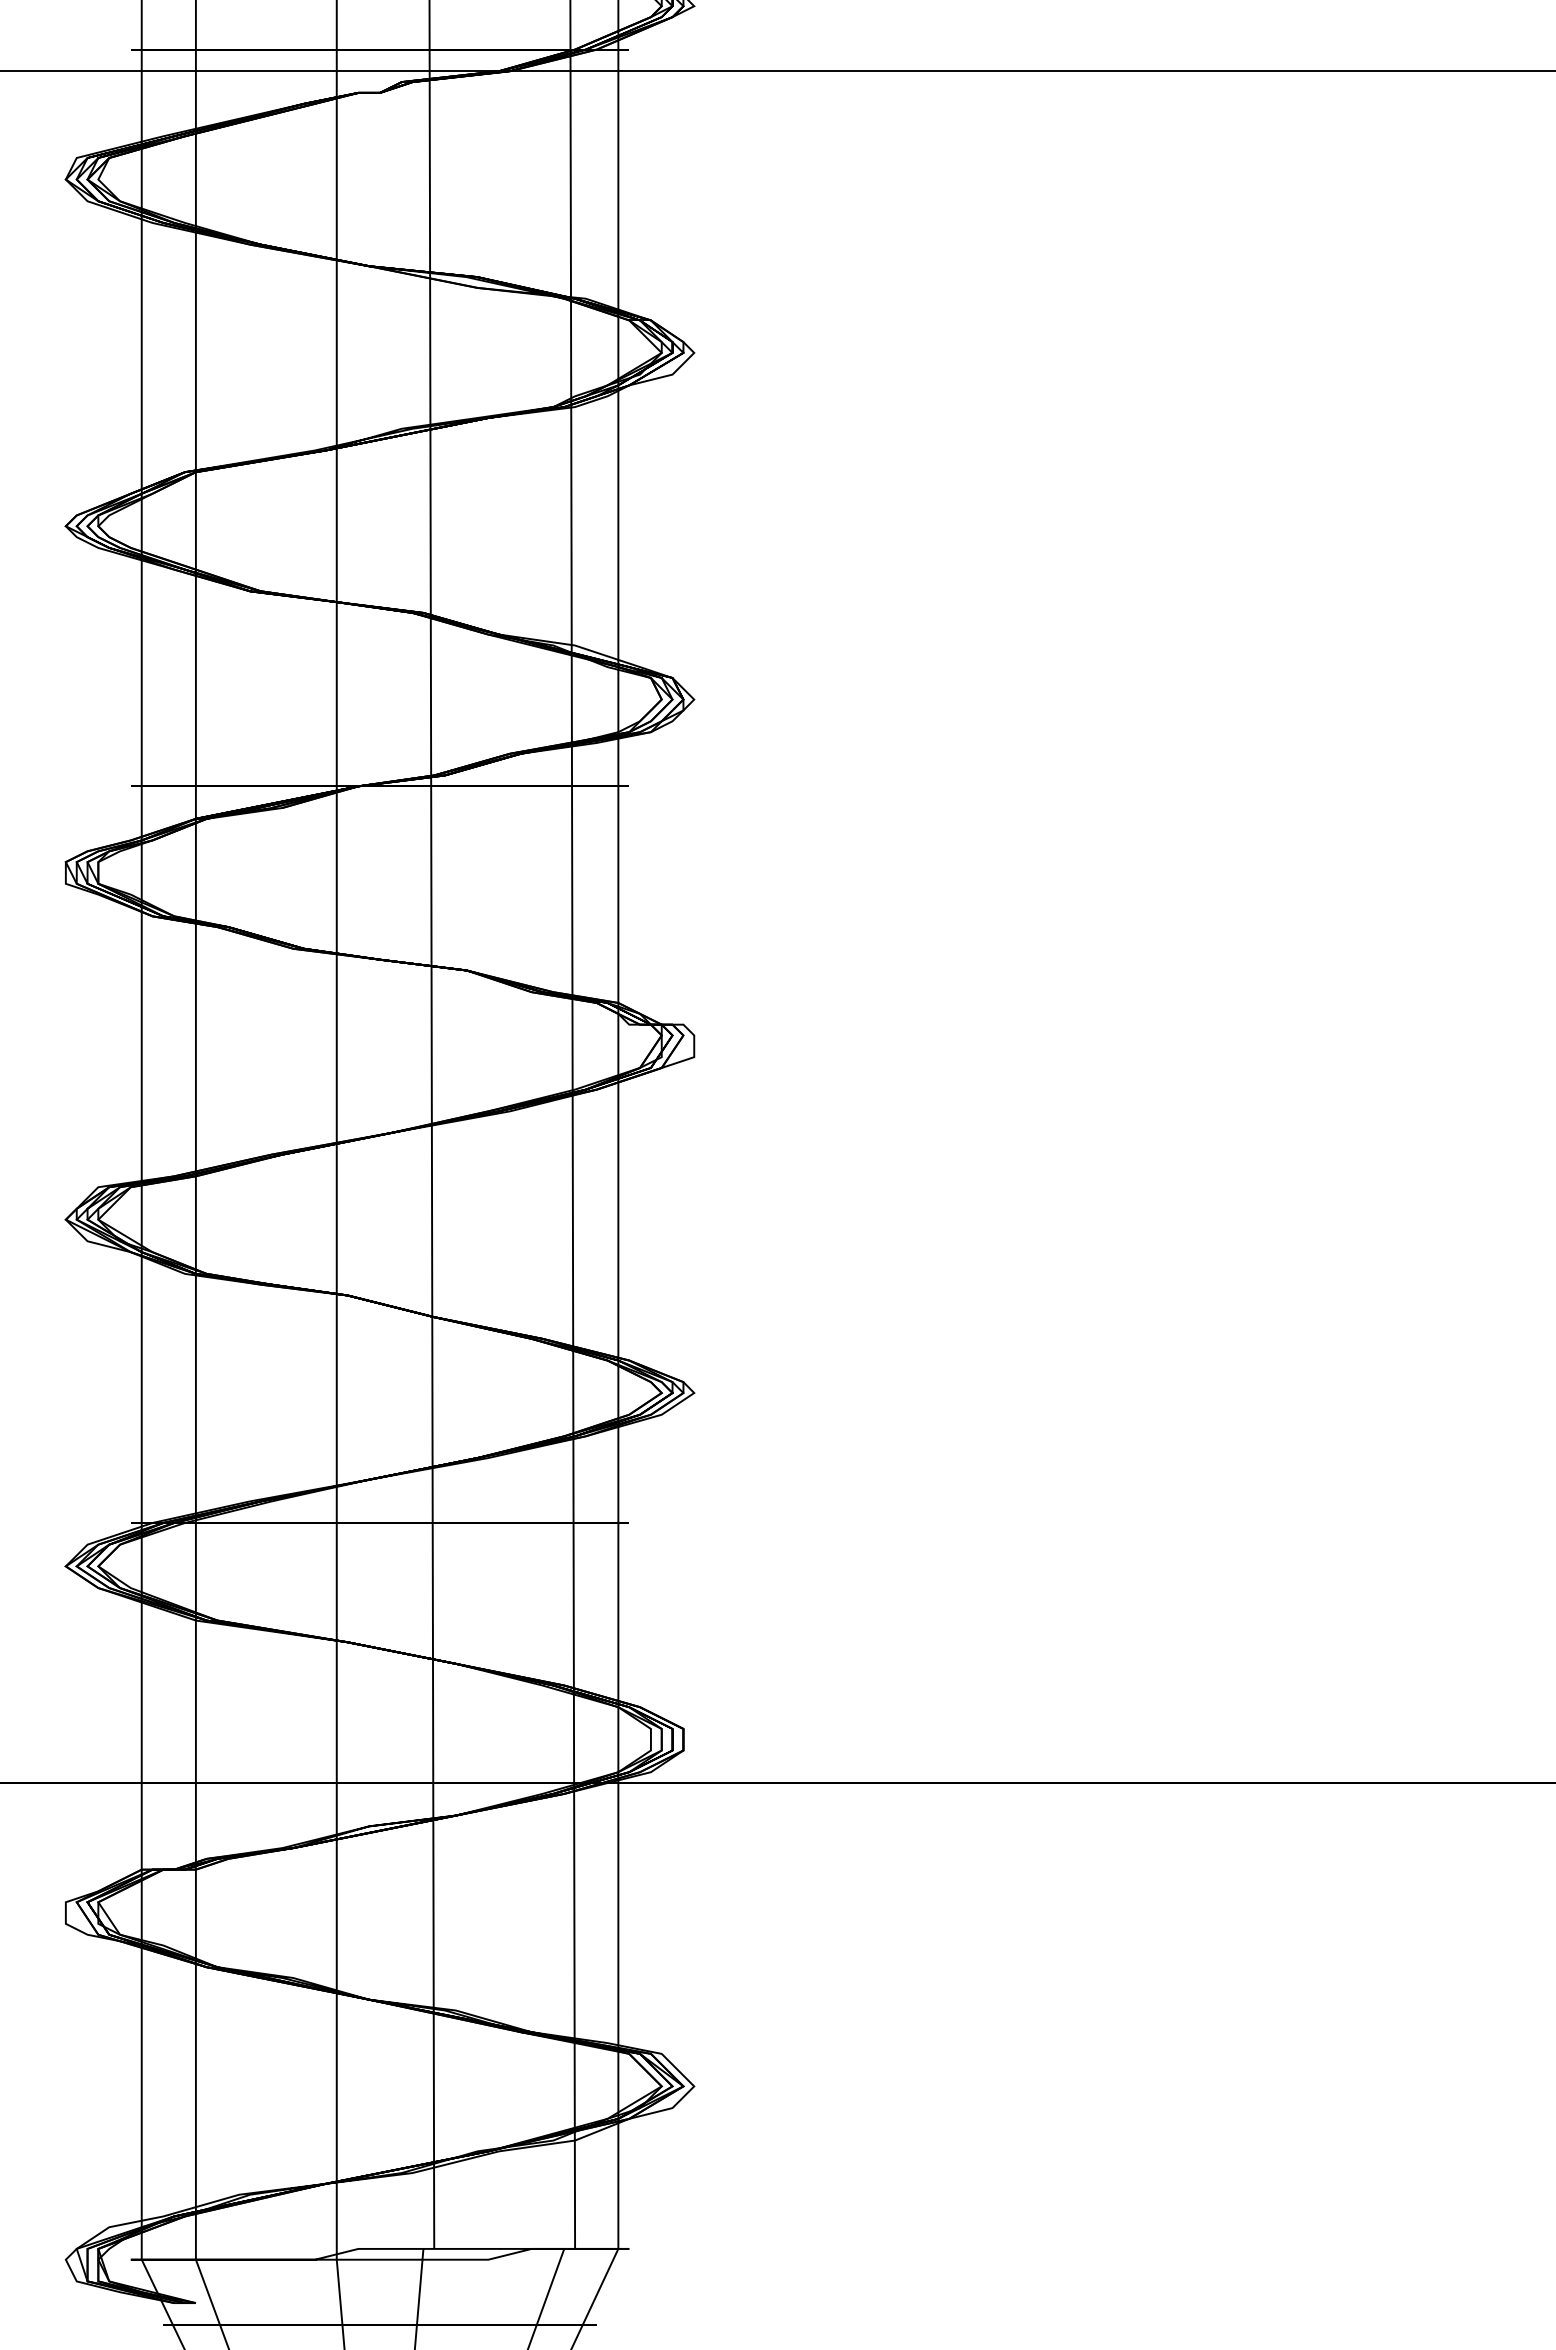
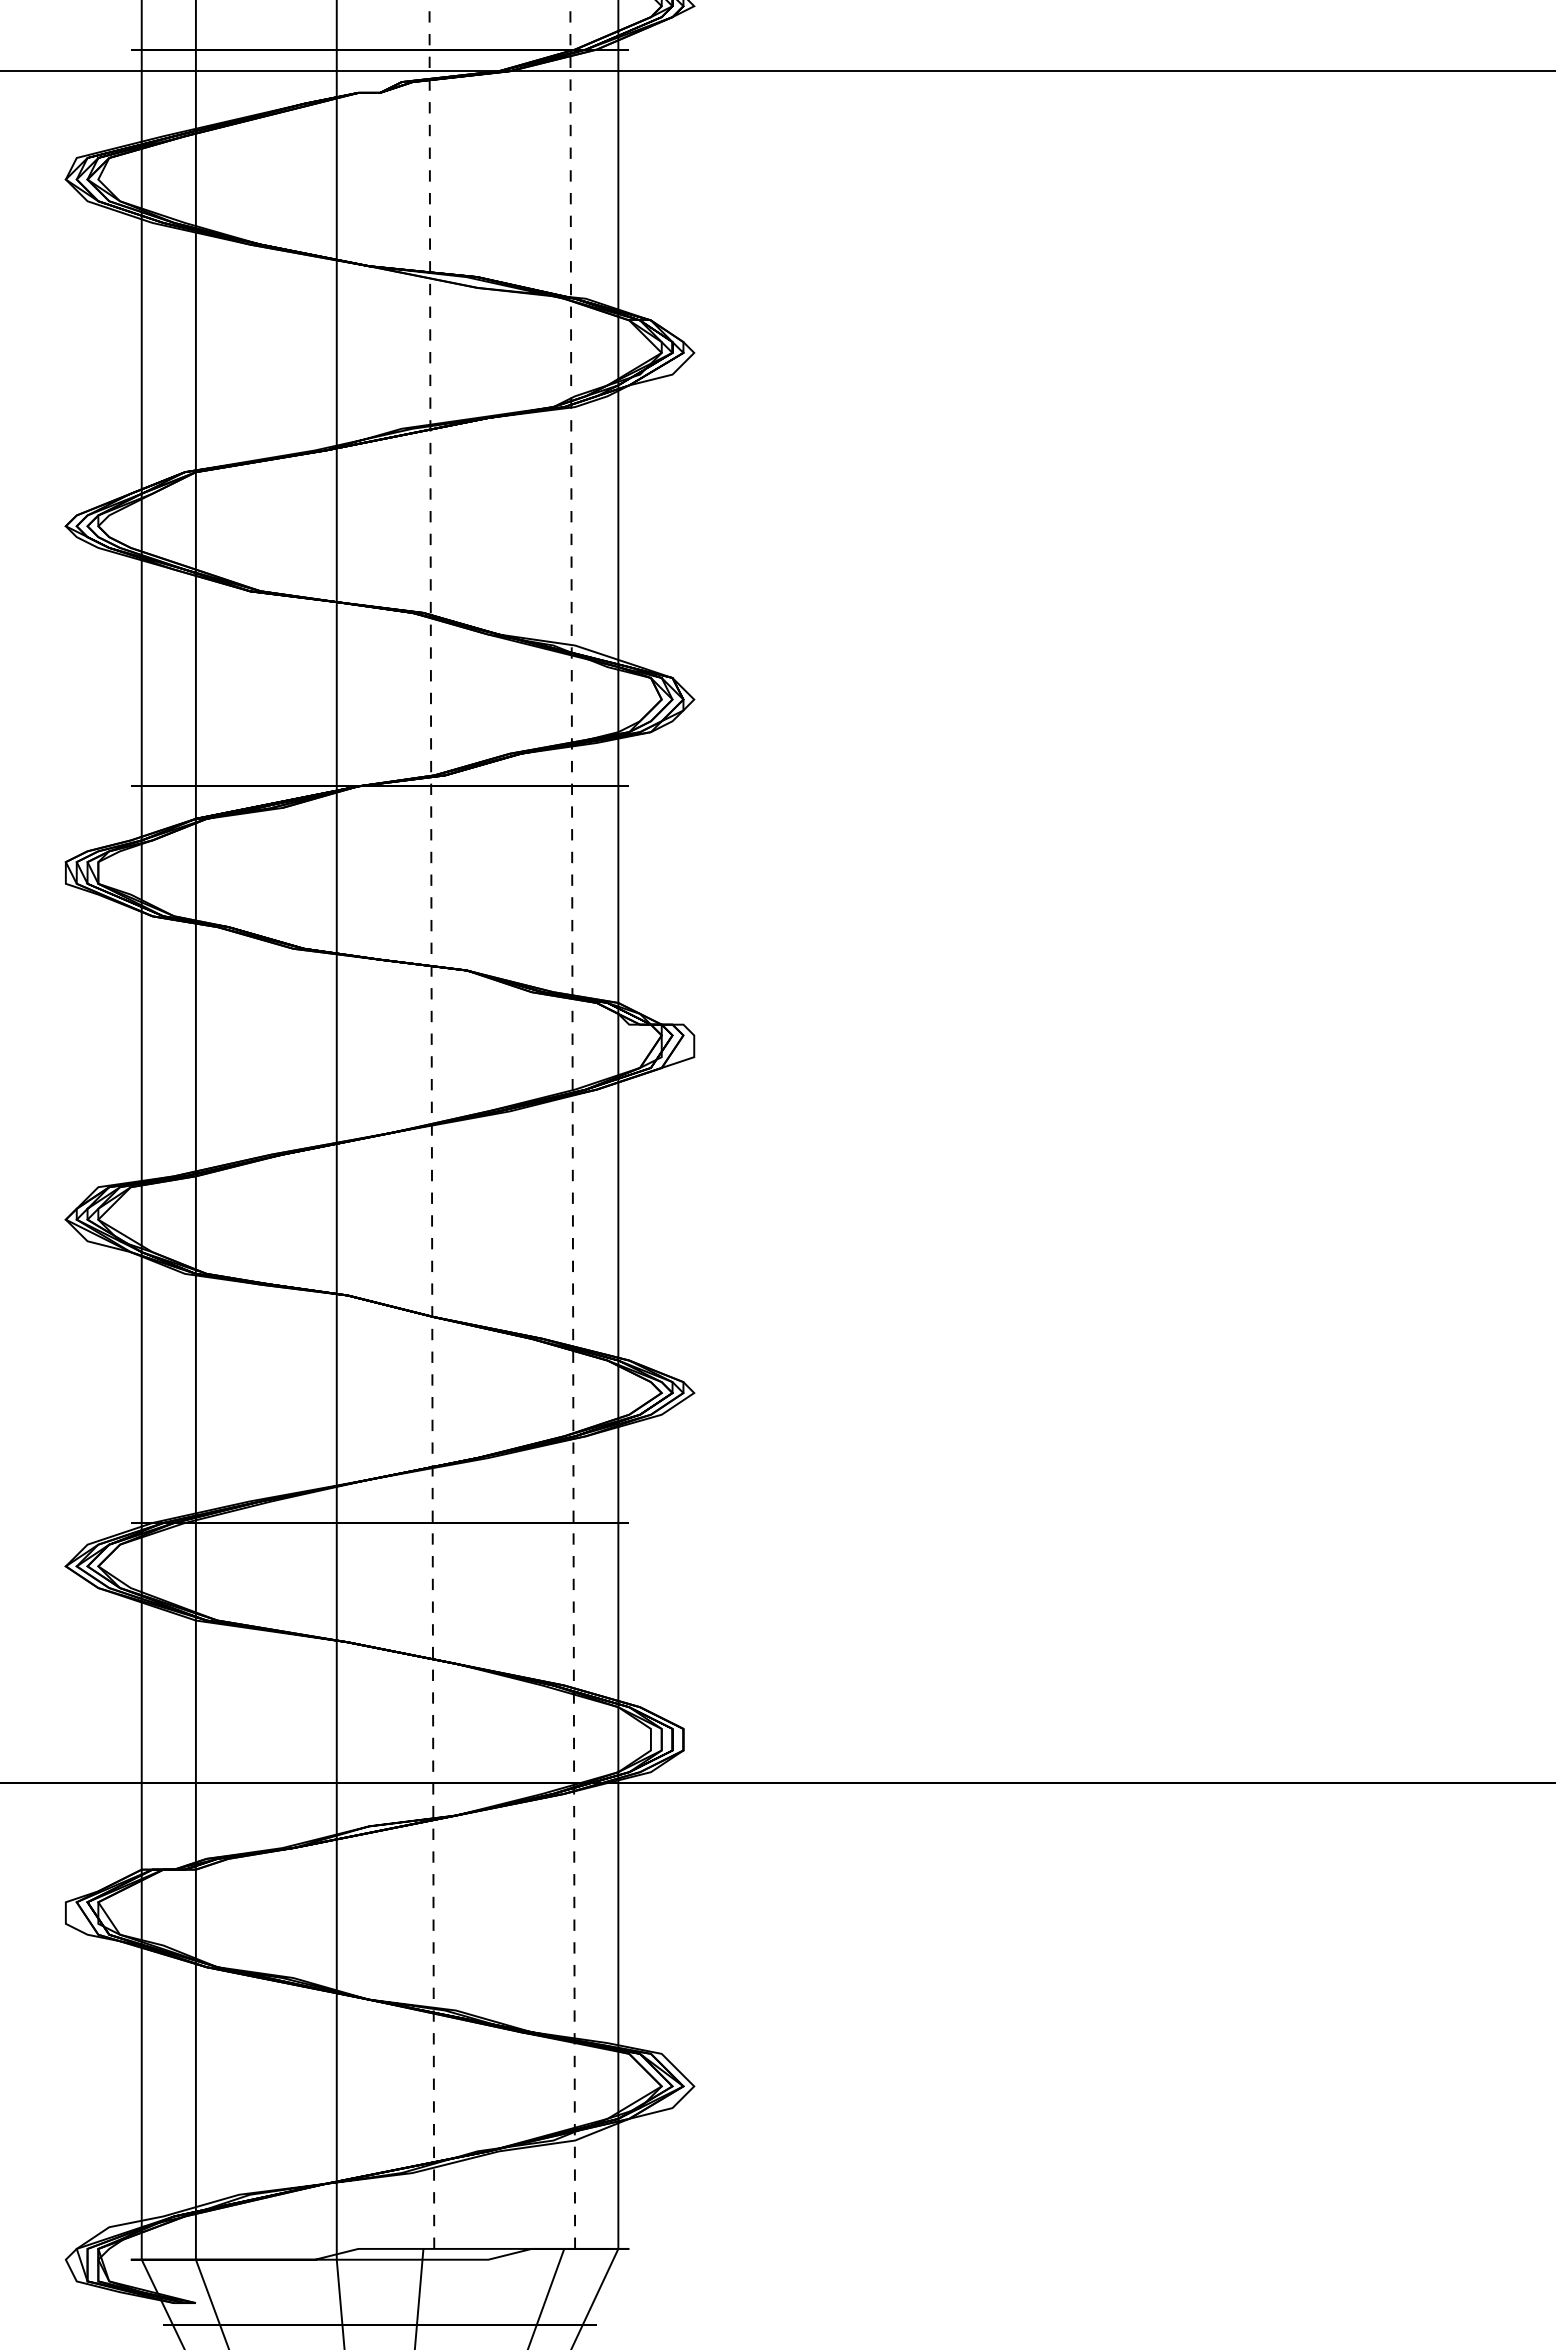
line at (431, 1124): solid -> dashed
line at (572, 1124): solid -> dashed
